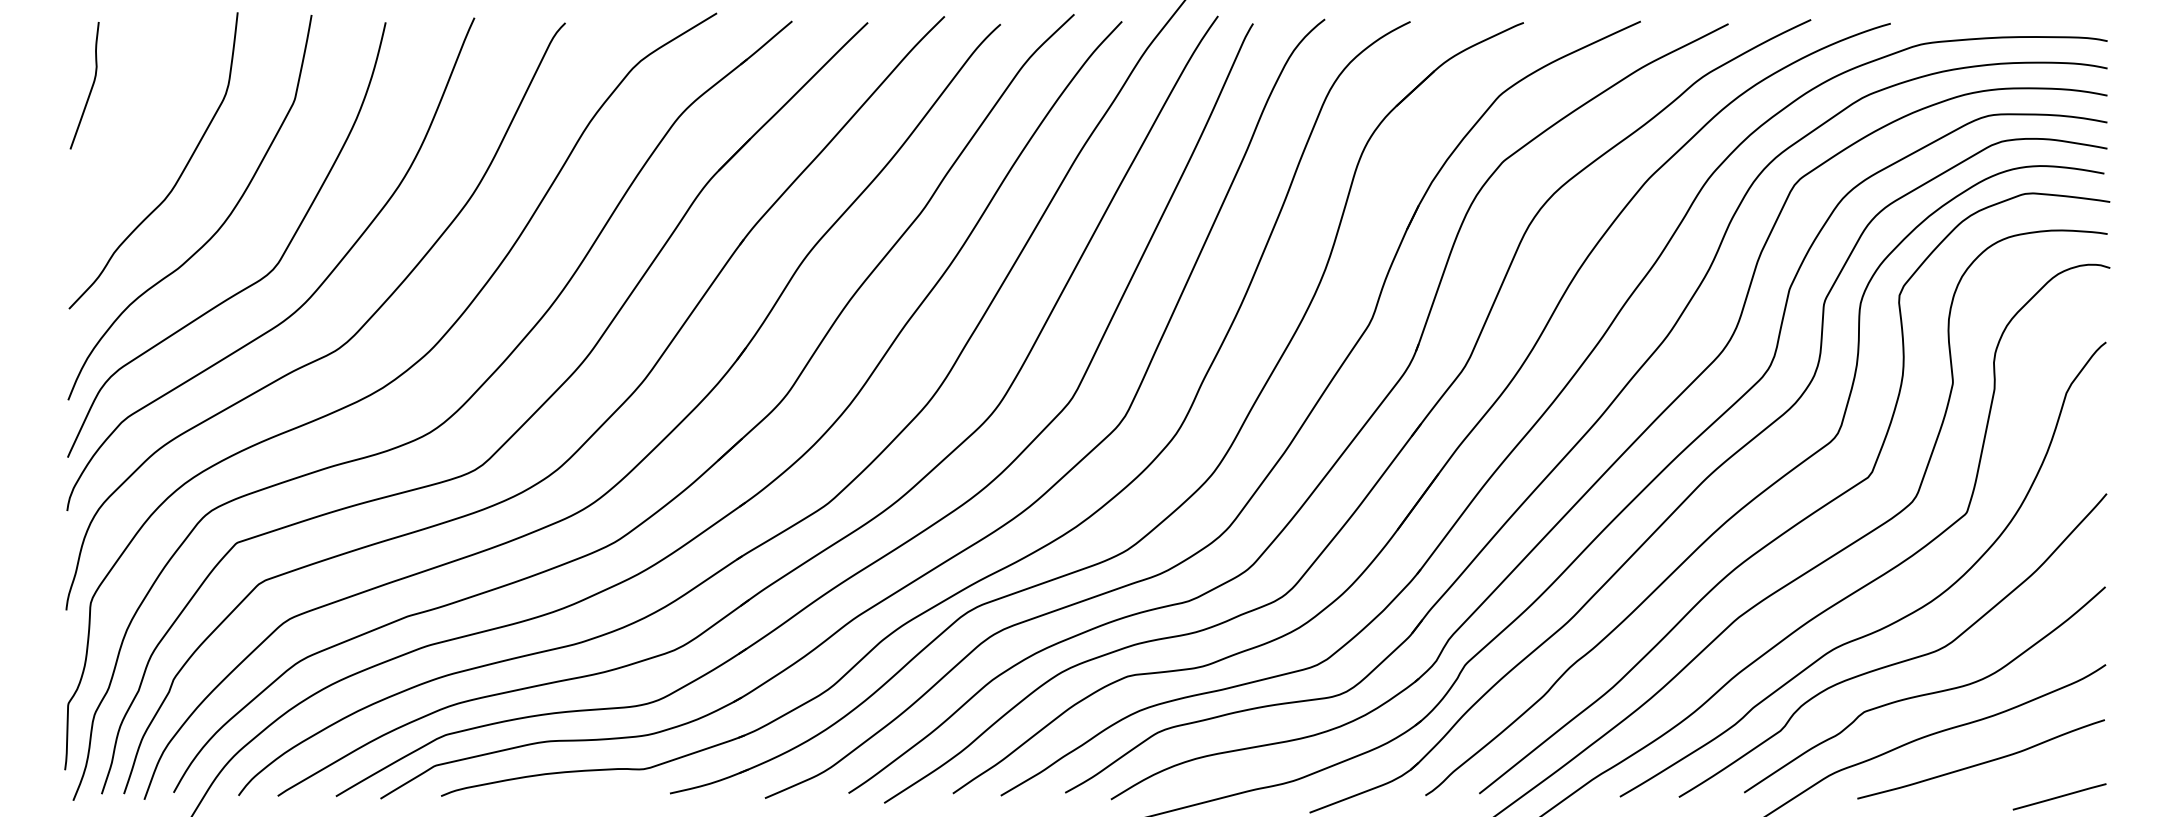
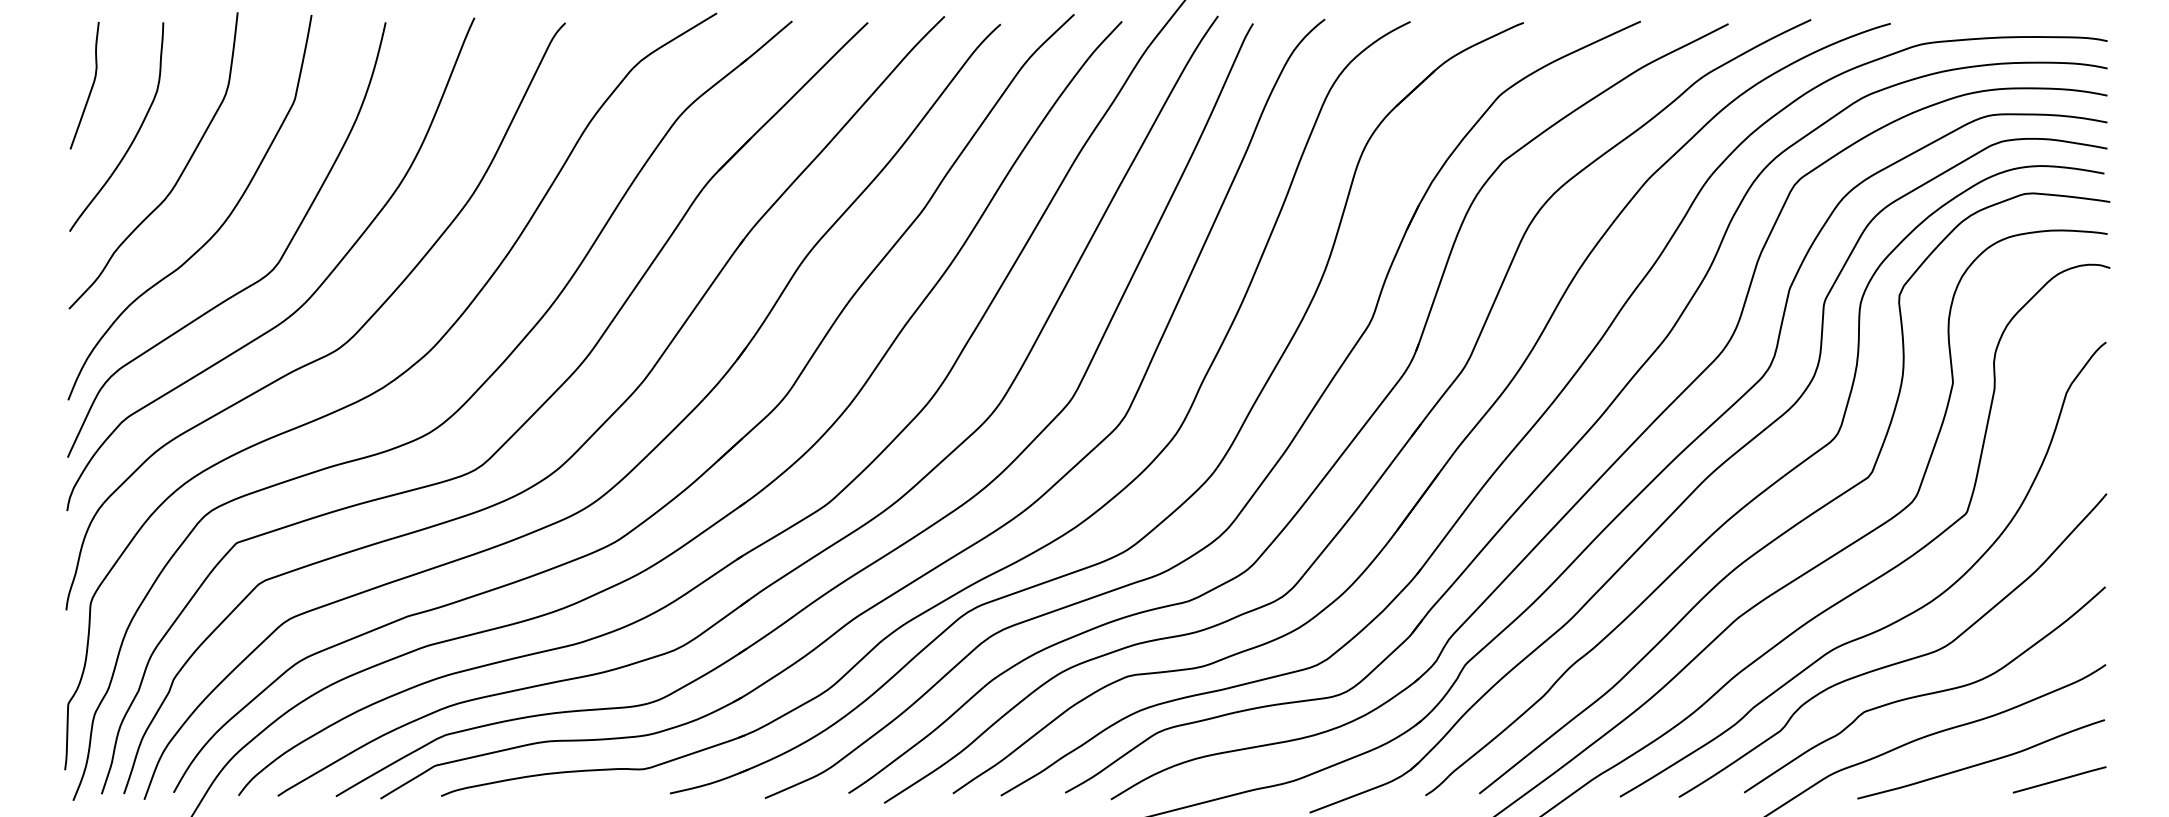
curve at (134, 136): none -> present
line at (2059, 796) position: (2059, 796) -> (2059, 779)
